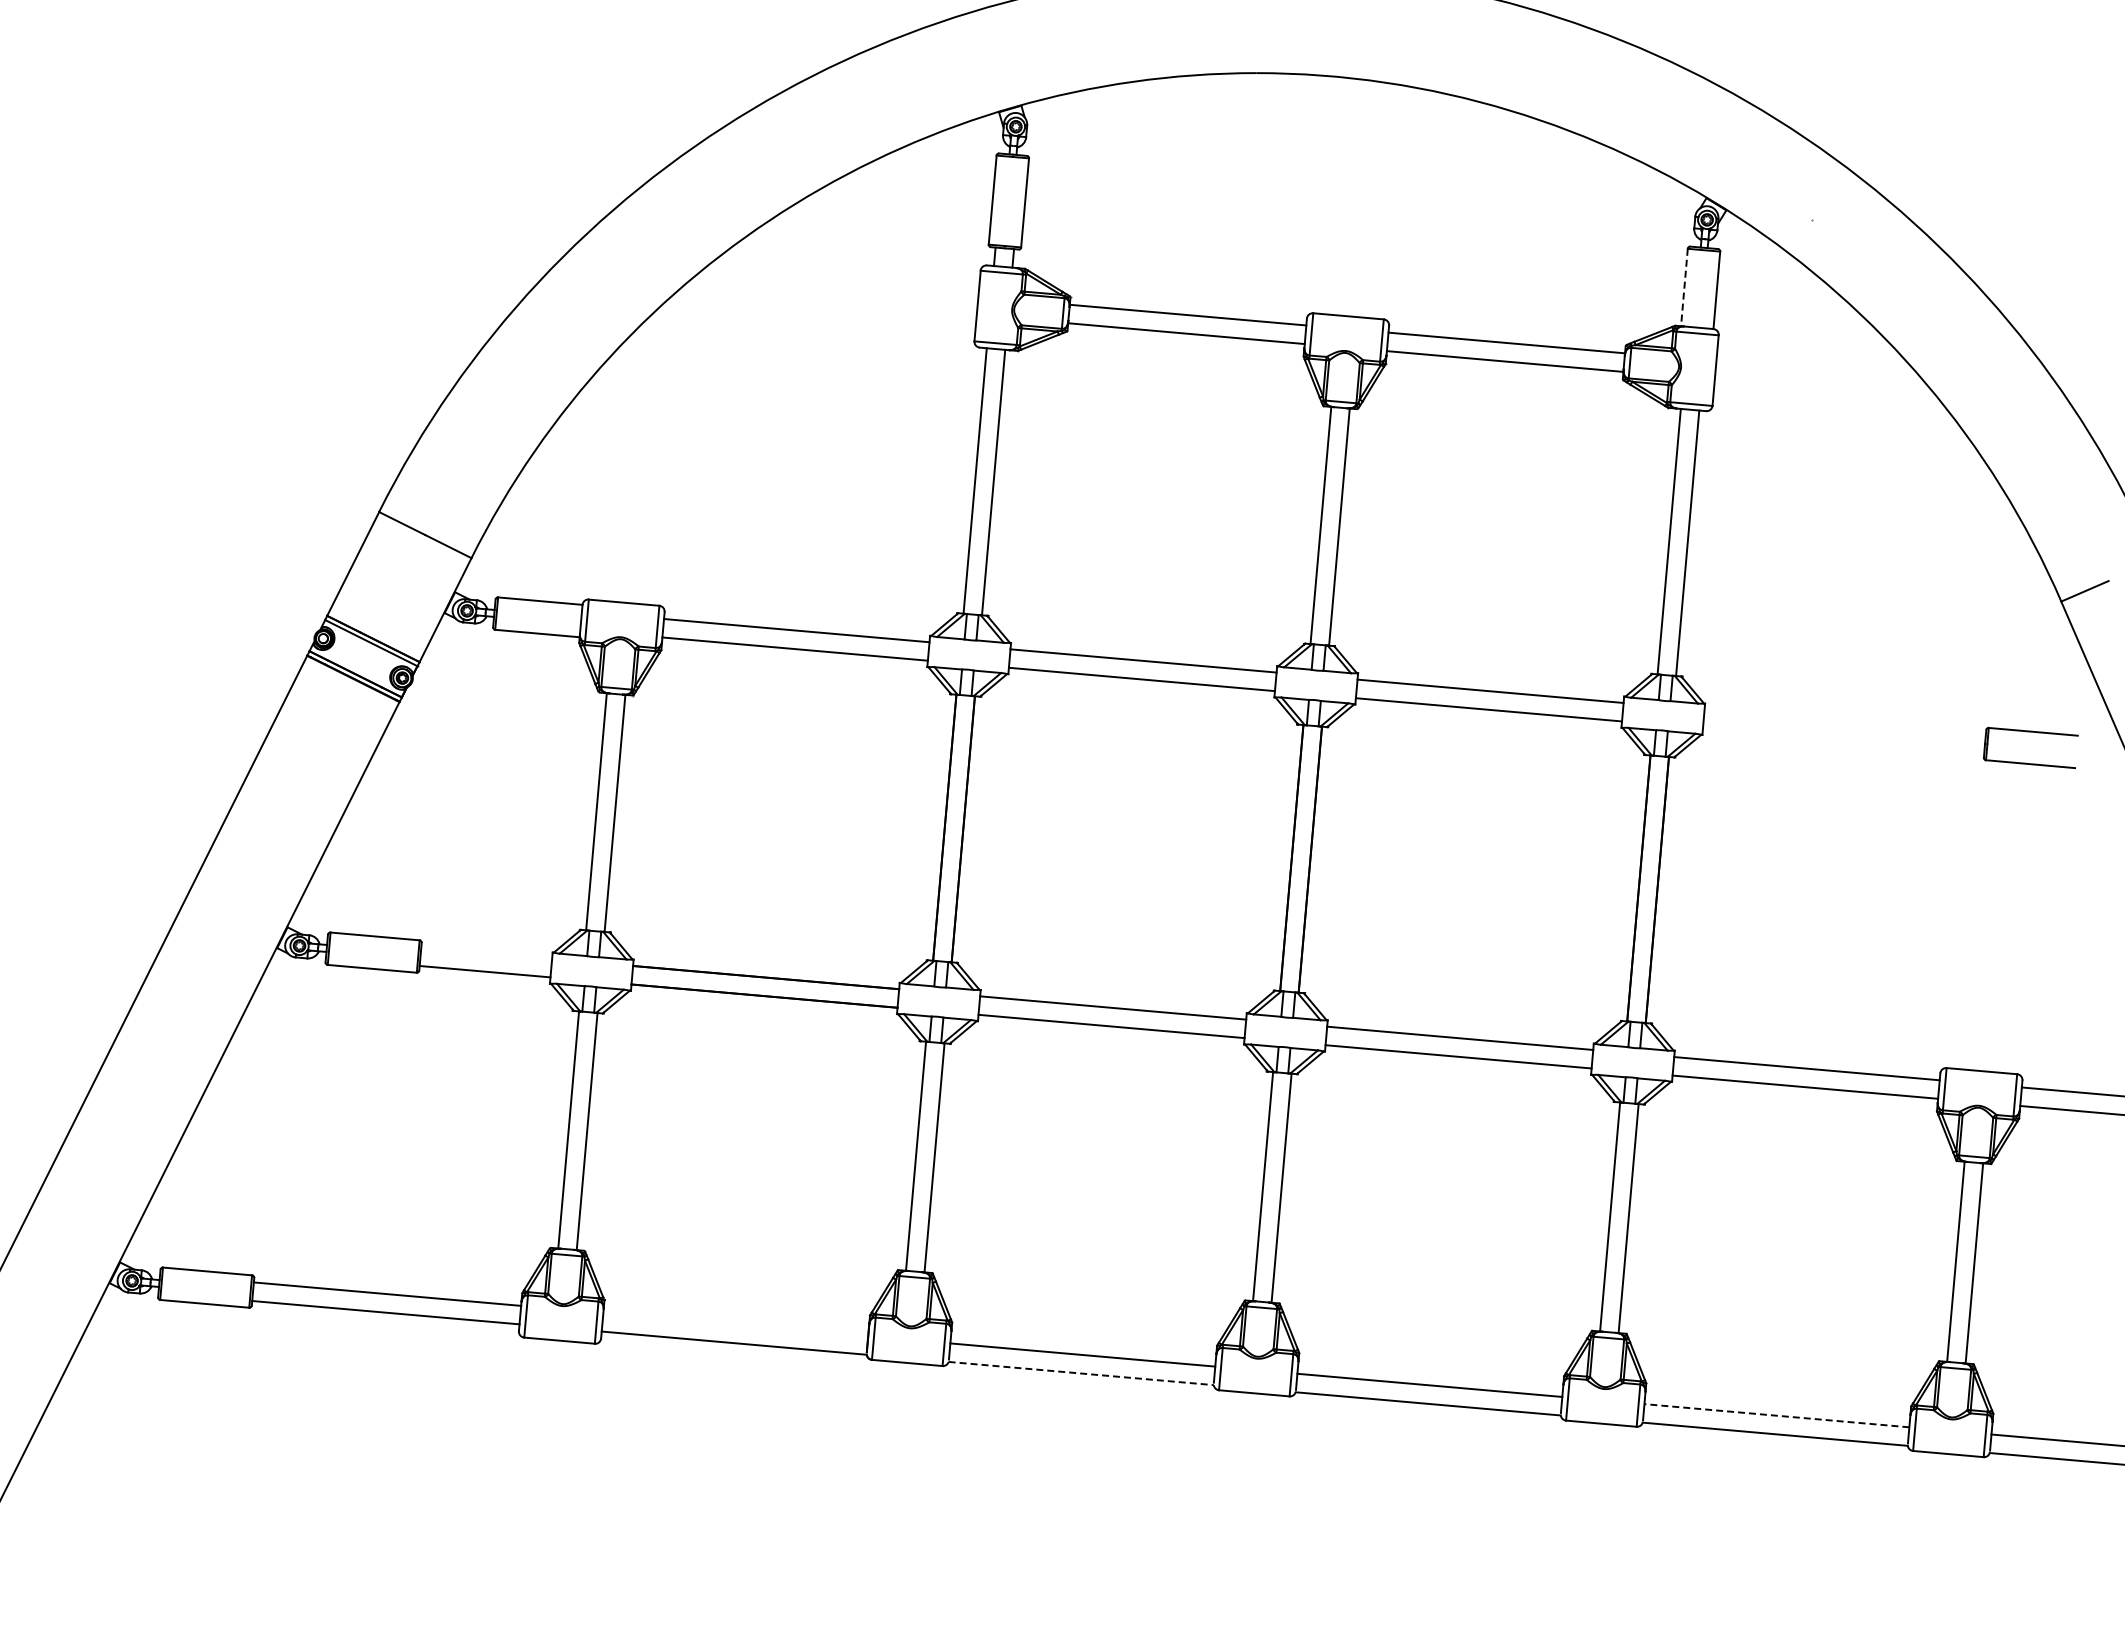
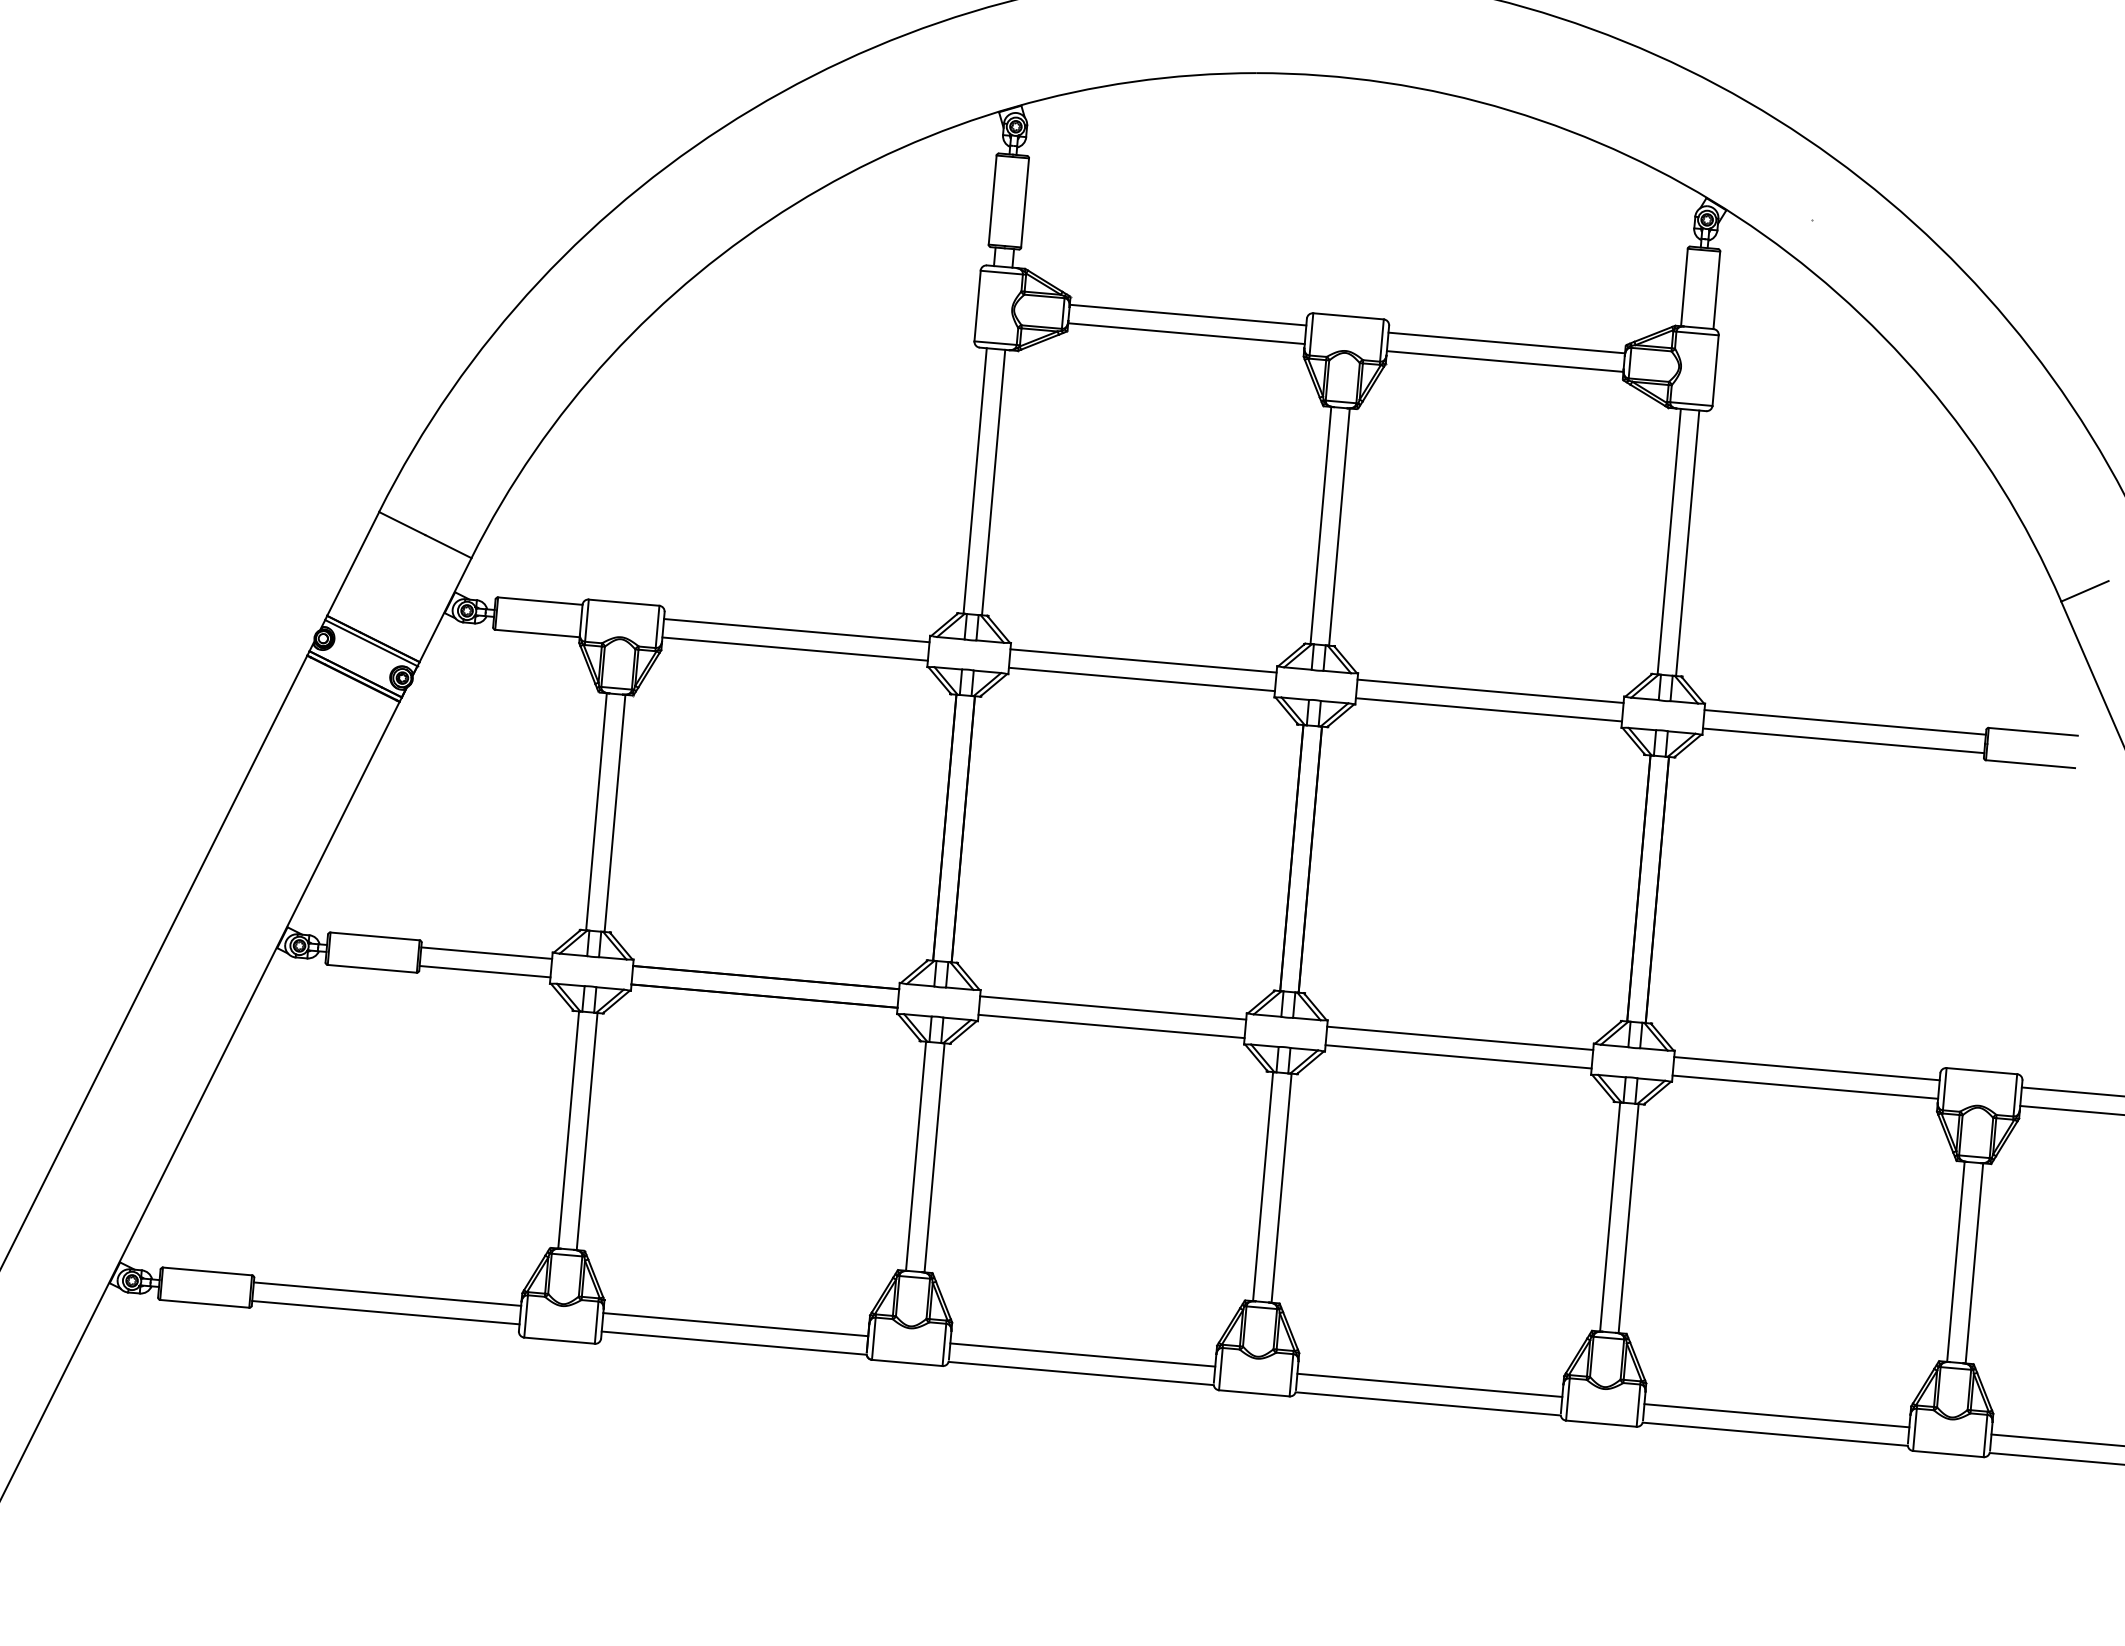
line at (1684, 287): dashed -> solid
line at (1844, 722): none -> present
line at (1843, 740): none -> present
line at (486, 952): none -> present
line at (735, 1324): none -> present
line at (1081, 1373): dashed -> solid
line at (1776, 1415): dashed -> solid
